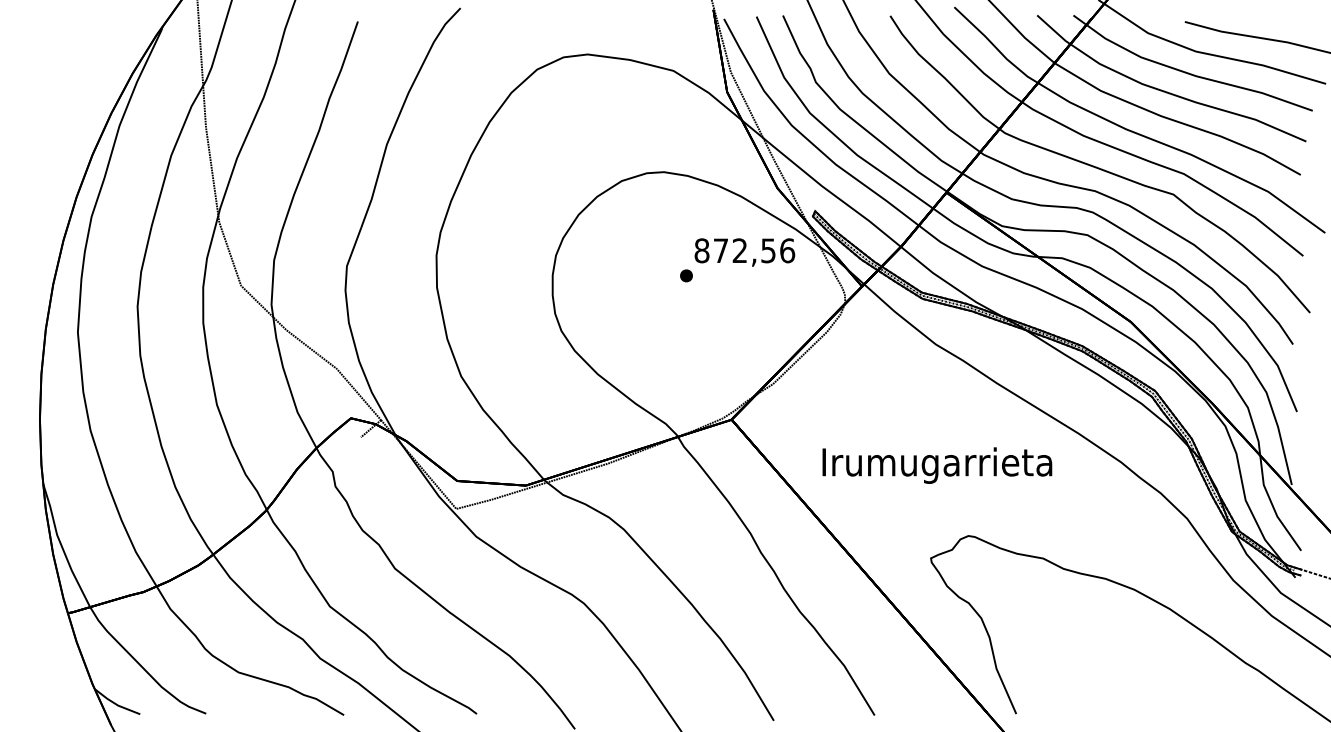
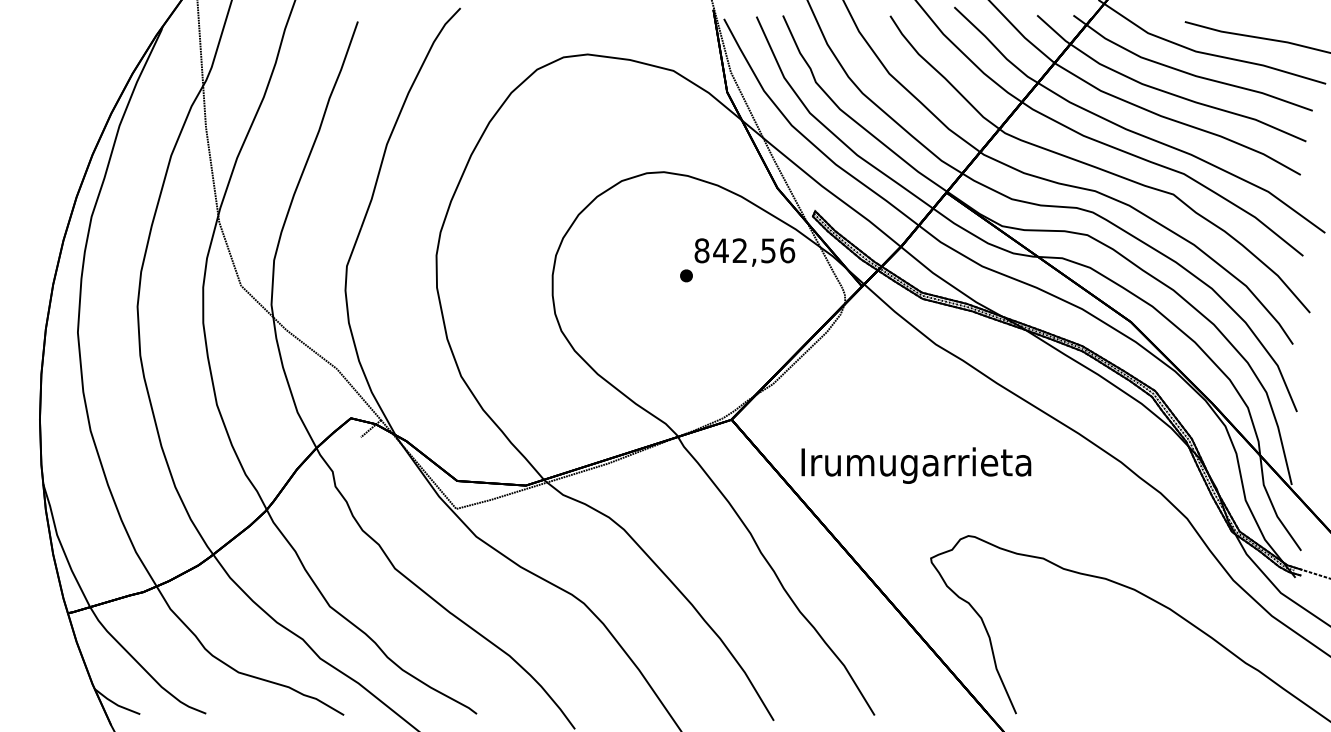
text at (720, 250): 872,56 -> 842,56
text at (937, 465) position: (937, 465) -> (916, 465)
